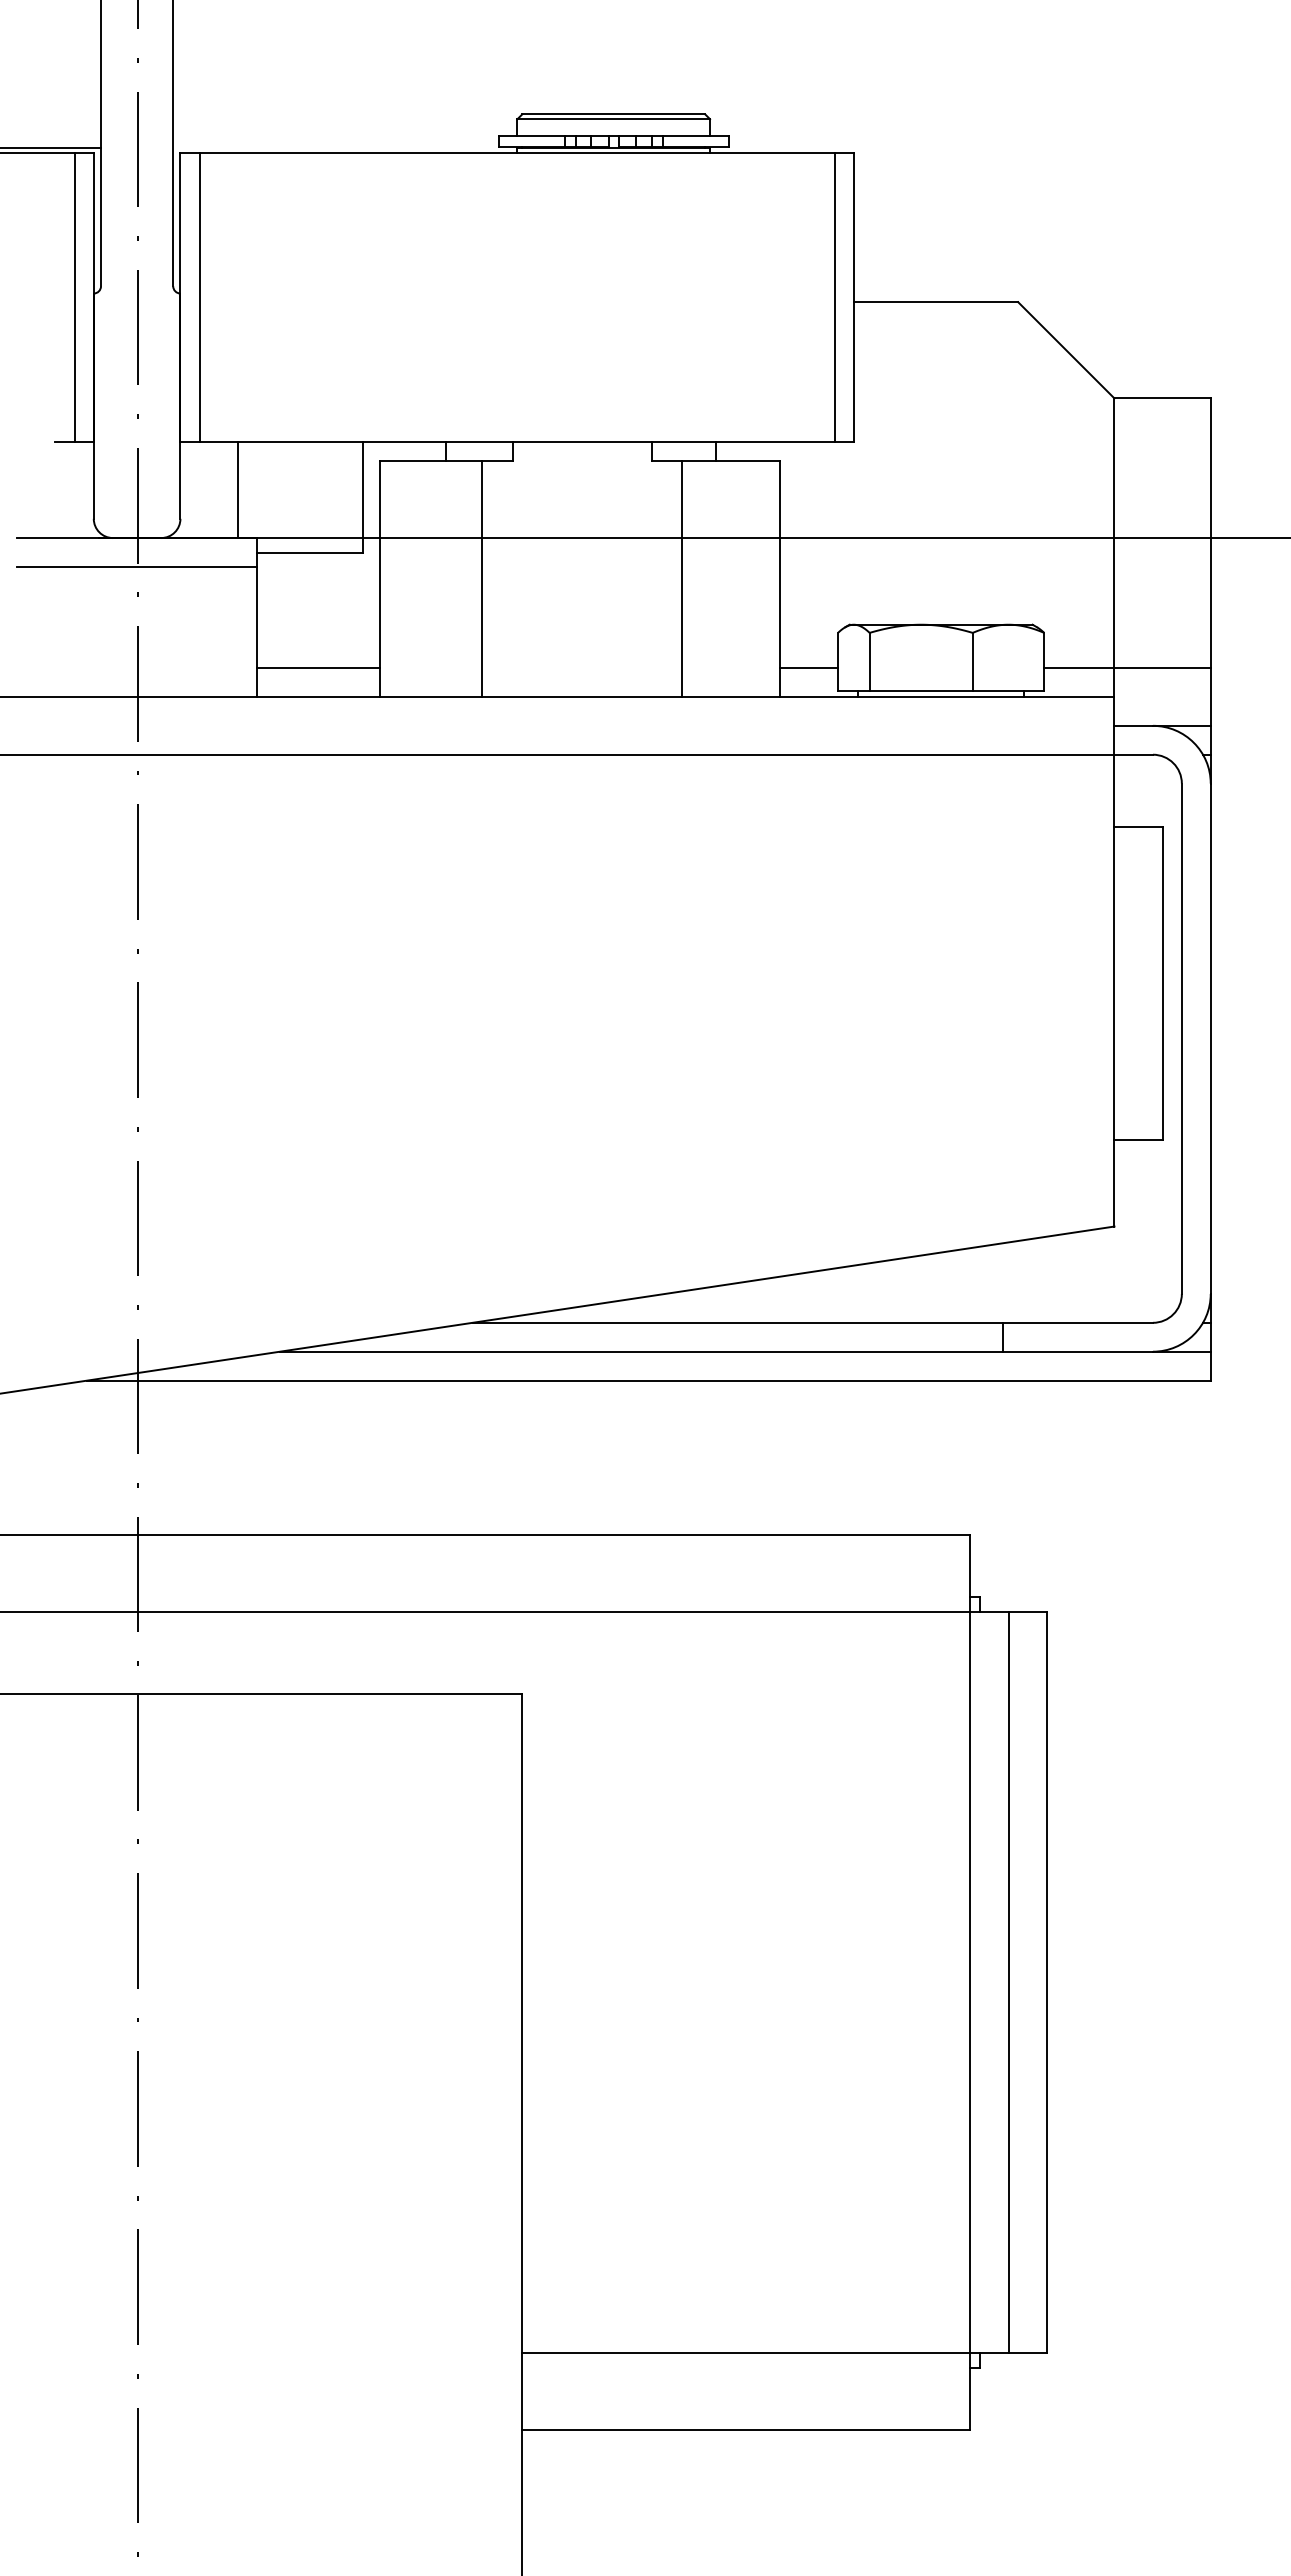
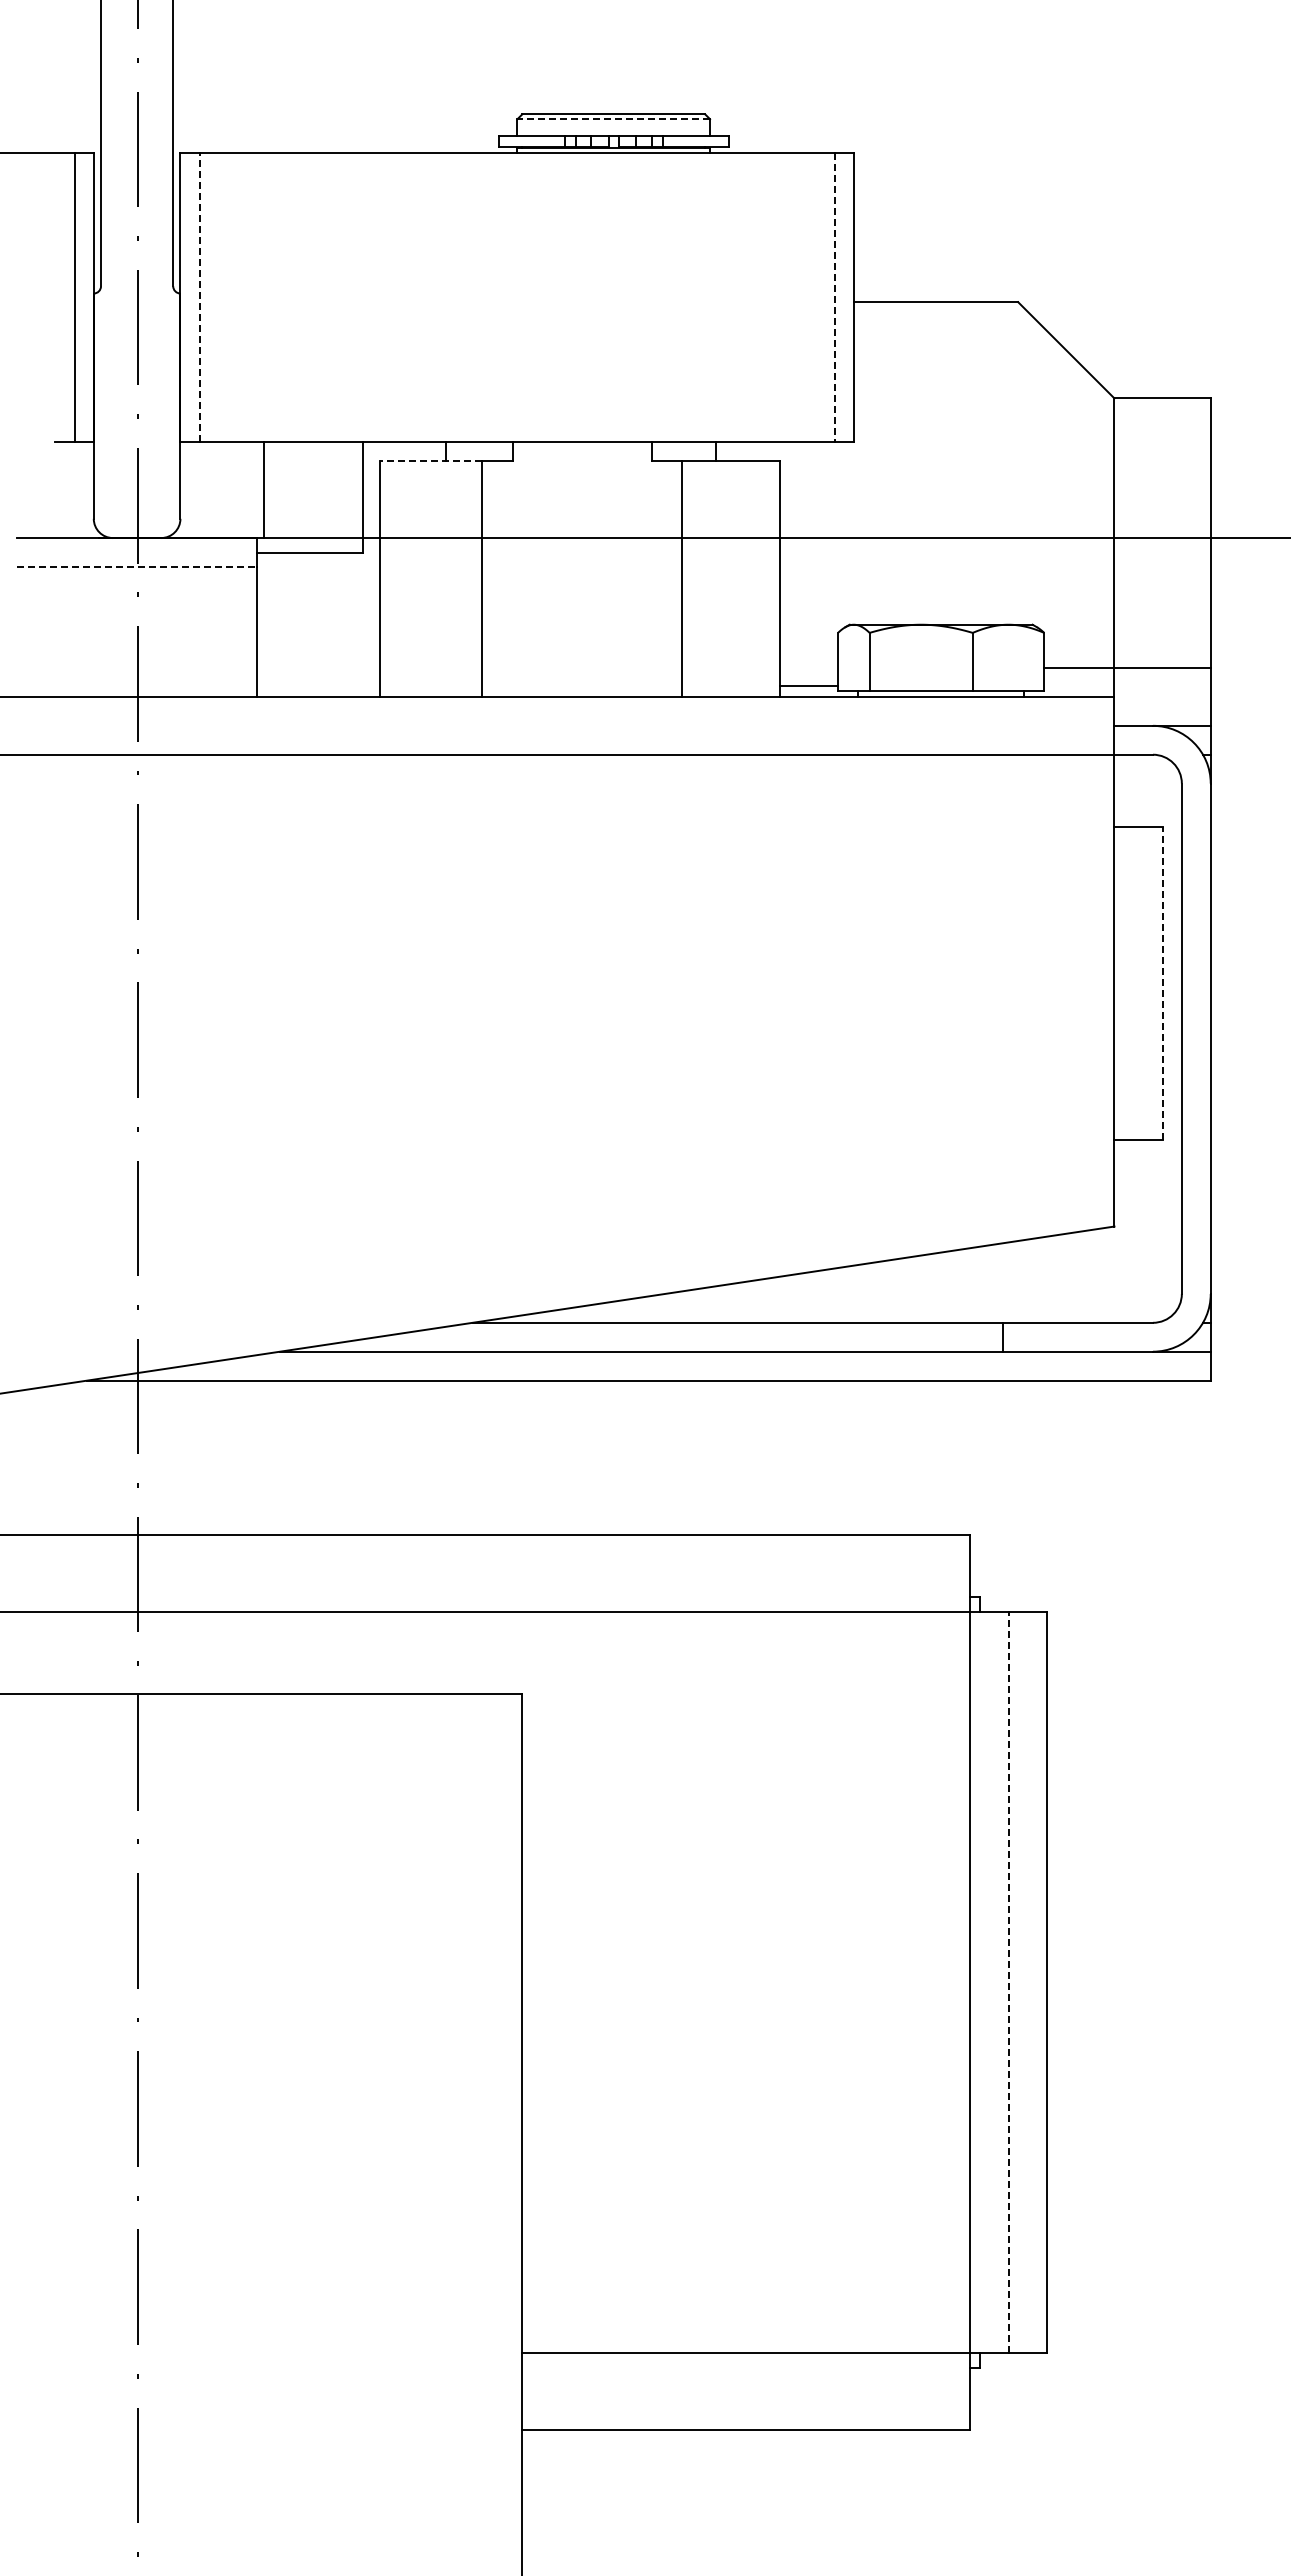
line at (613, 119): solid -> dashed
line at (51, 148): present -> none
line at (199, 296): solid -> dashed
line at (835, 297): solid -> dashed
line at (430, 461): solid -> dashed
line at (238, 489) position: (238, 489) -> (264, 489)
line at (137, 566): solid -> dashed
line at (318, 668): present -> none
line at (809, 668) position: (809, 668) -> (809, 686)
line at (1162, 982): solid -> dashed
line at (1008, 1982): solid -> dashed
